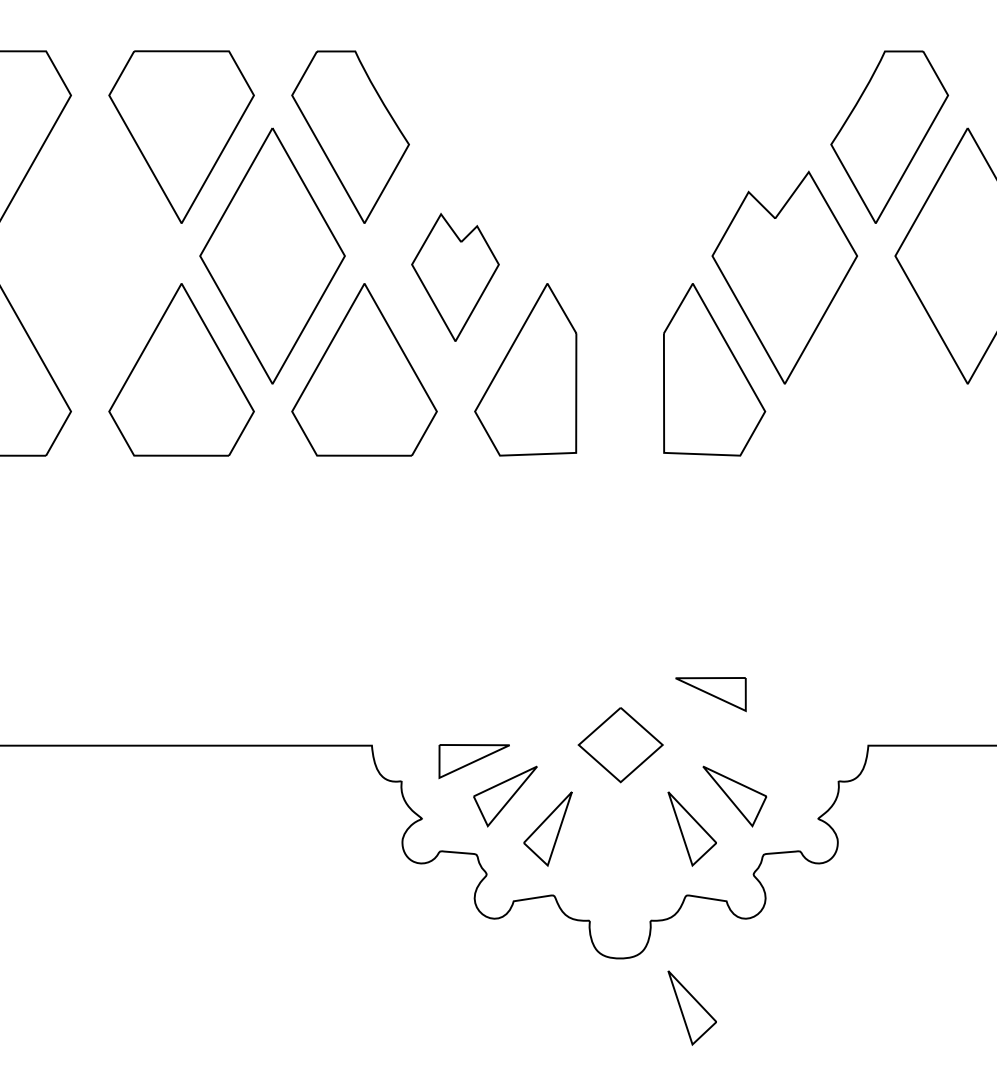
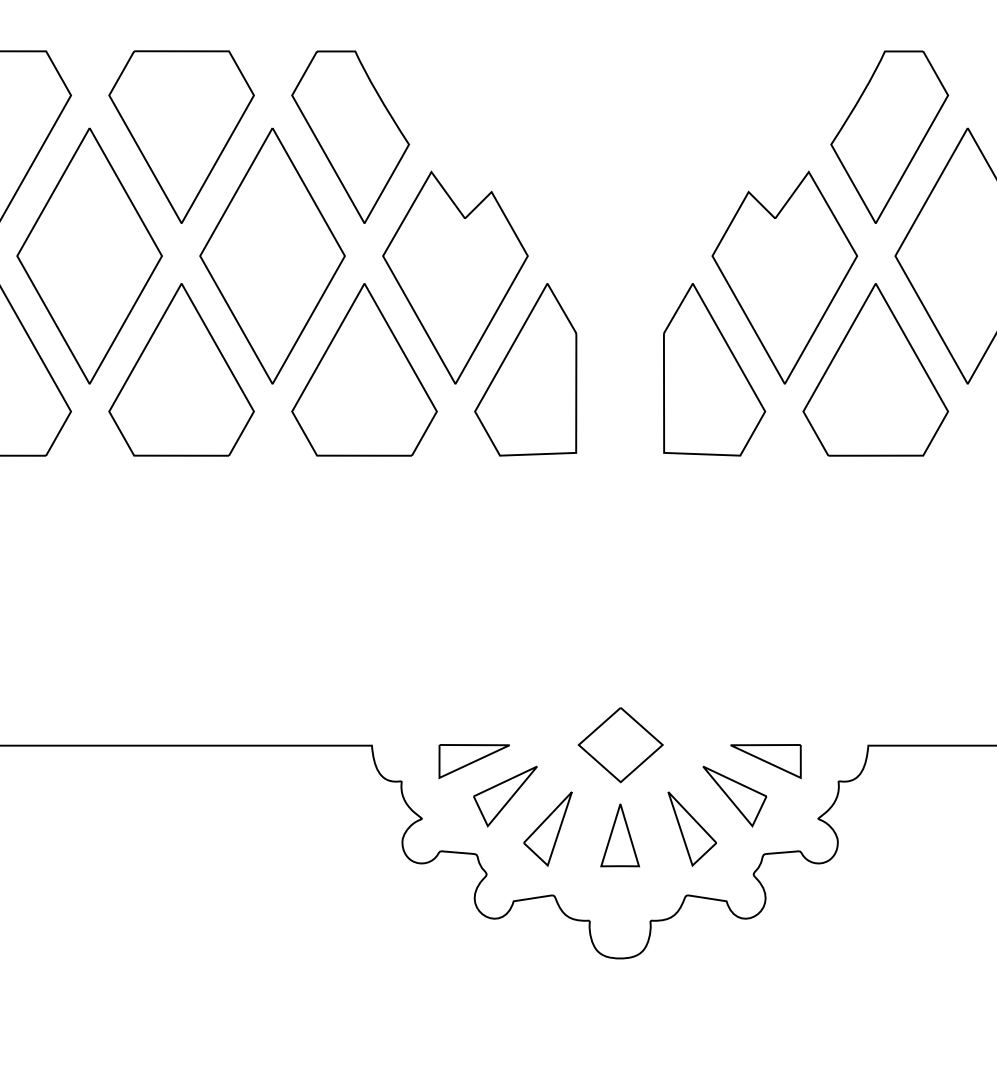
part at (89, 255): none -> present
part at (455, 277) size: 89x129 px -> 147x215 px
part at (875, 369): none -> present
part at (710, 694) position: (710, 694) -> (765, 761)
part at (619, 835): none -> present
part at (691, 1007): present -> none
